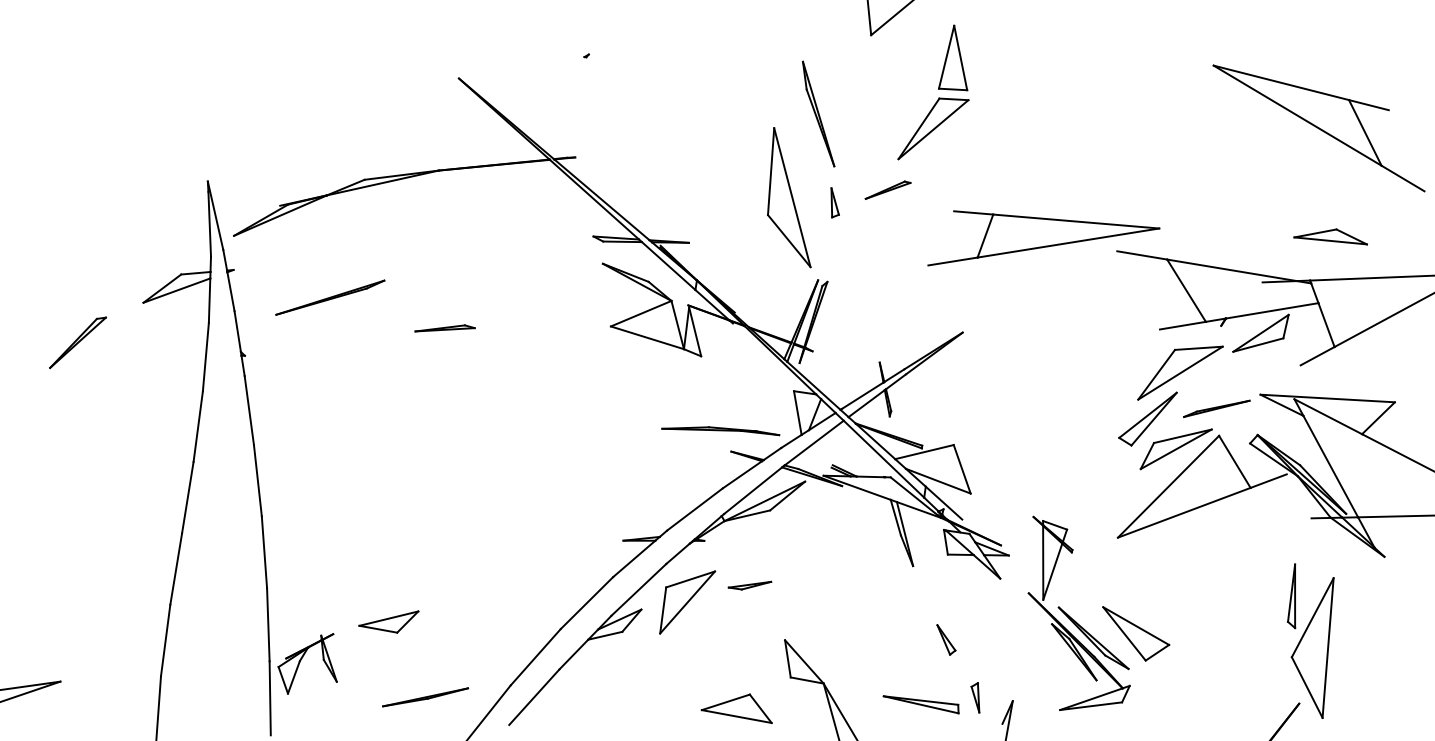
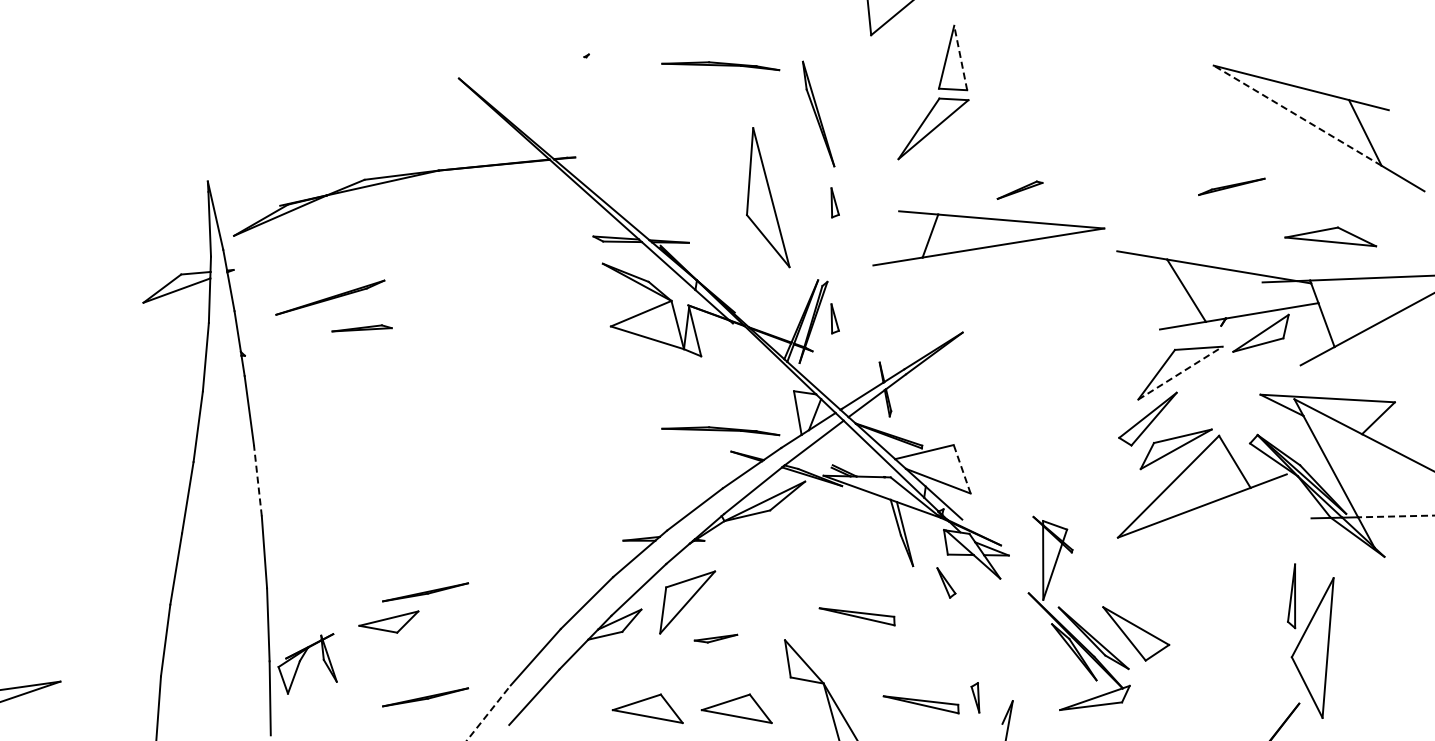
line at (960, 58): solid -> dashed
part at (720, 66): none -> present
line at (1297, 115): solid -> dashed
part at (887, 189) position: (887, 189) -> (1019, 189)
part at (789, 197) position: (789, 197) -> (768, 197)
part at (1330, 236) size: 75x18 px -> 94x22 px
part at (1043, 238) position: (1043, 238) -> (988, 238)
part at (834, 318): none -> present
part at (444, 328) position: (444, 328) -> (361, 328)
part at (77, 342): present -> none
line at (1180, 373): solid -> dashed
part at (1216, 408) position: (1216, 408) -> (1231, 186)
line at (962, 469): solid -> dashed
line at (257, 480): solid -> dashed
line at (1396, 516): solid -> dashed
part at (749, 585) position: (749, 585) -> (715, 638)
line at (425, 592): none -> present
part at (856, 616): none -> present
part at (946, 639) position: (946, 639) -> (946, 582)
part at (647, 708): none -> present
line at (489, 712): solid -> dashed
